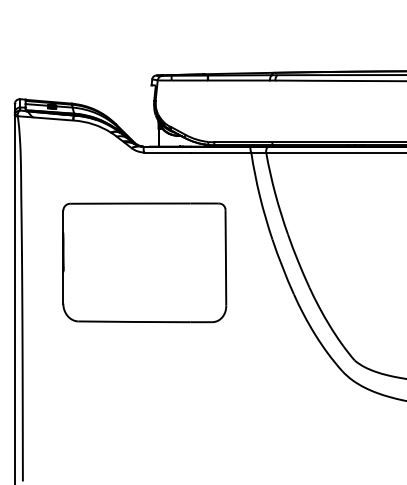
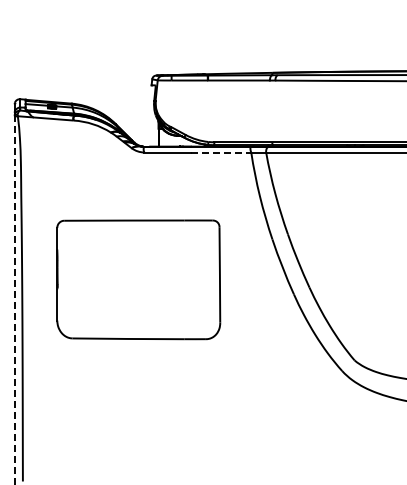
line at (221, 152): solid -> dashed
part at (144, 262) position: (144, 262) -> (138, 279)
line at (14, 299): solid -> dashed
